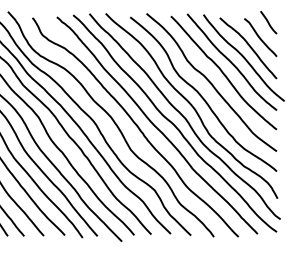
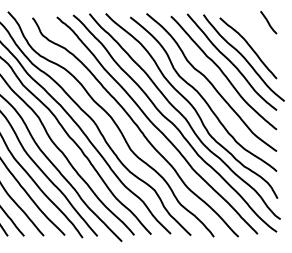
curve at (260, 37): present -> none
